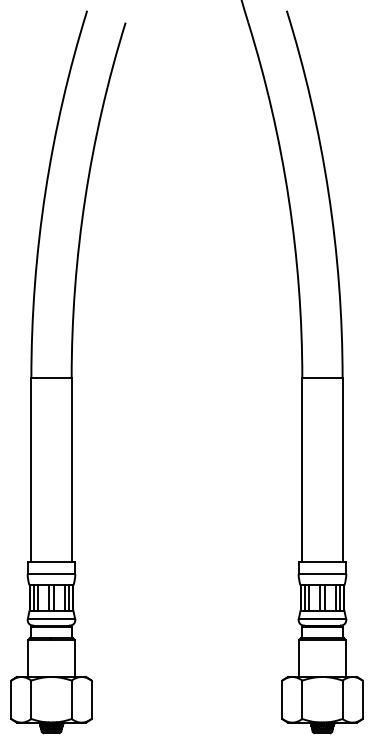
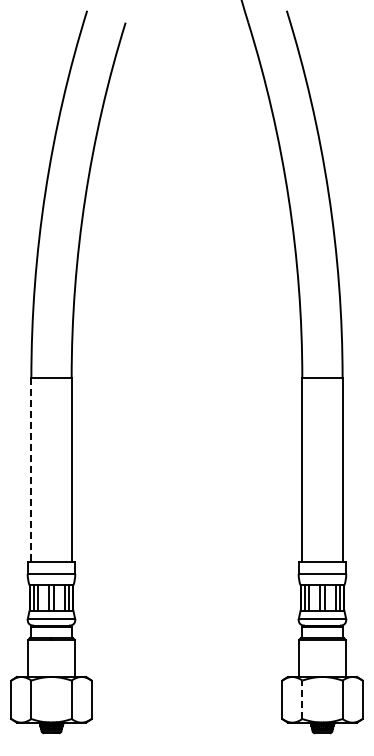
line at (31, 470): solid -> dashed
line at (302, 699): solid -> dashed
